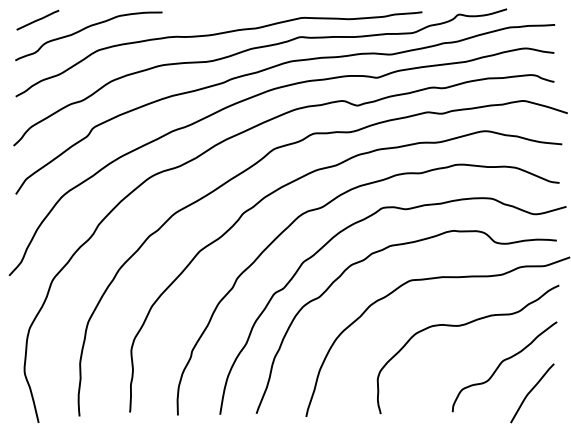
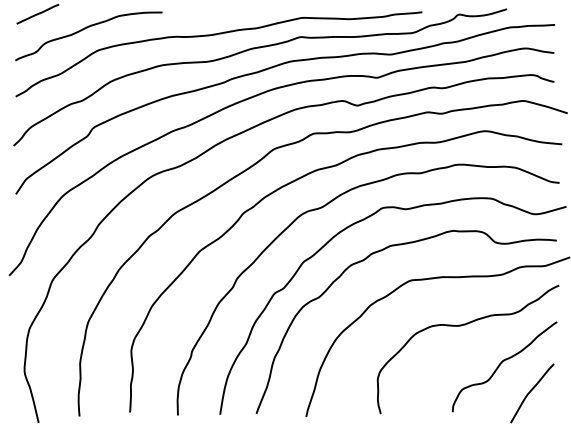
line at (37, 19) position: (37, 19) -> (37, 13)
